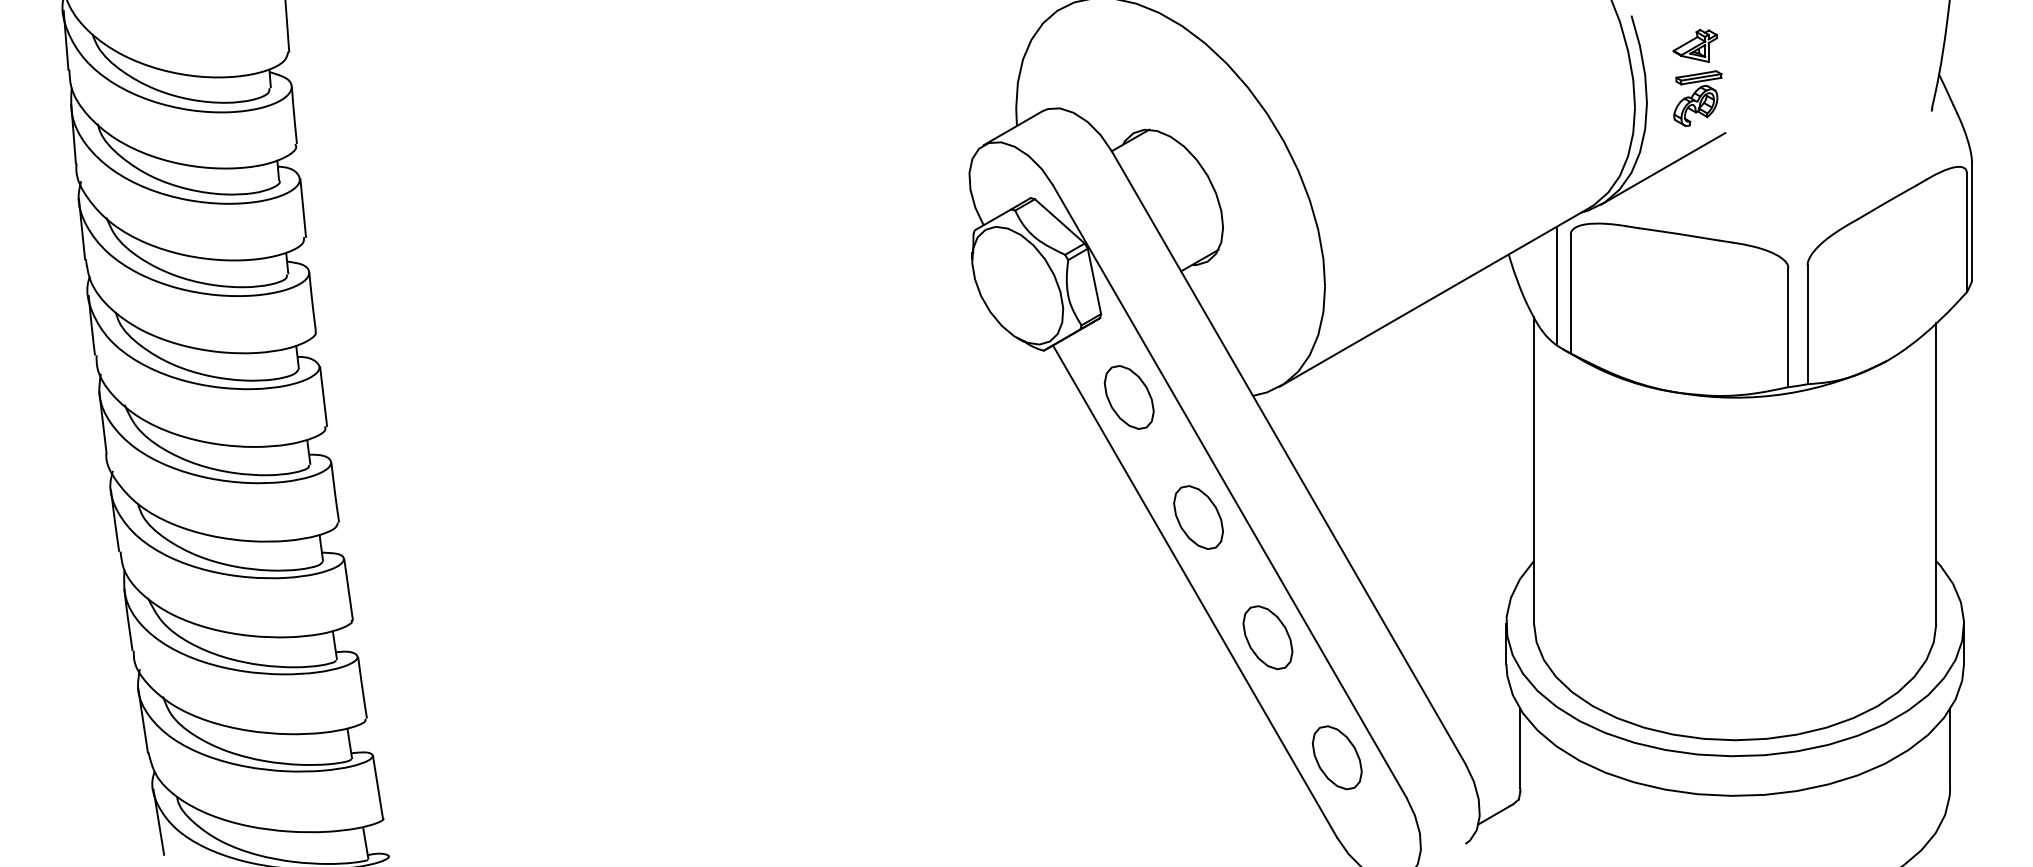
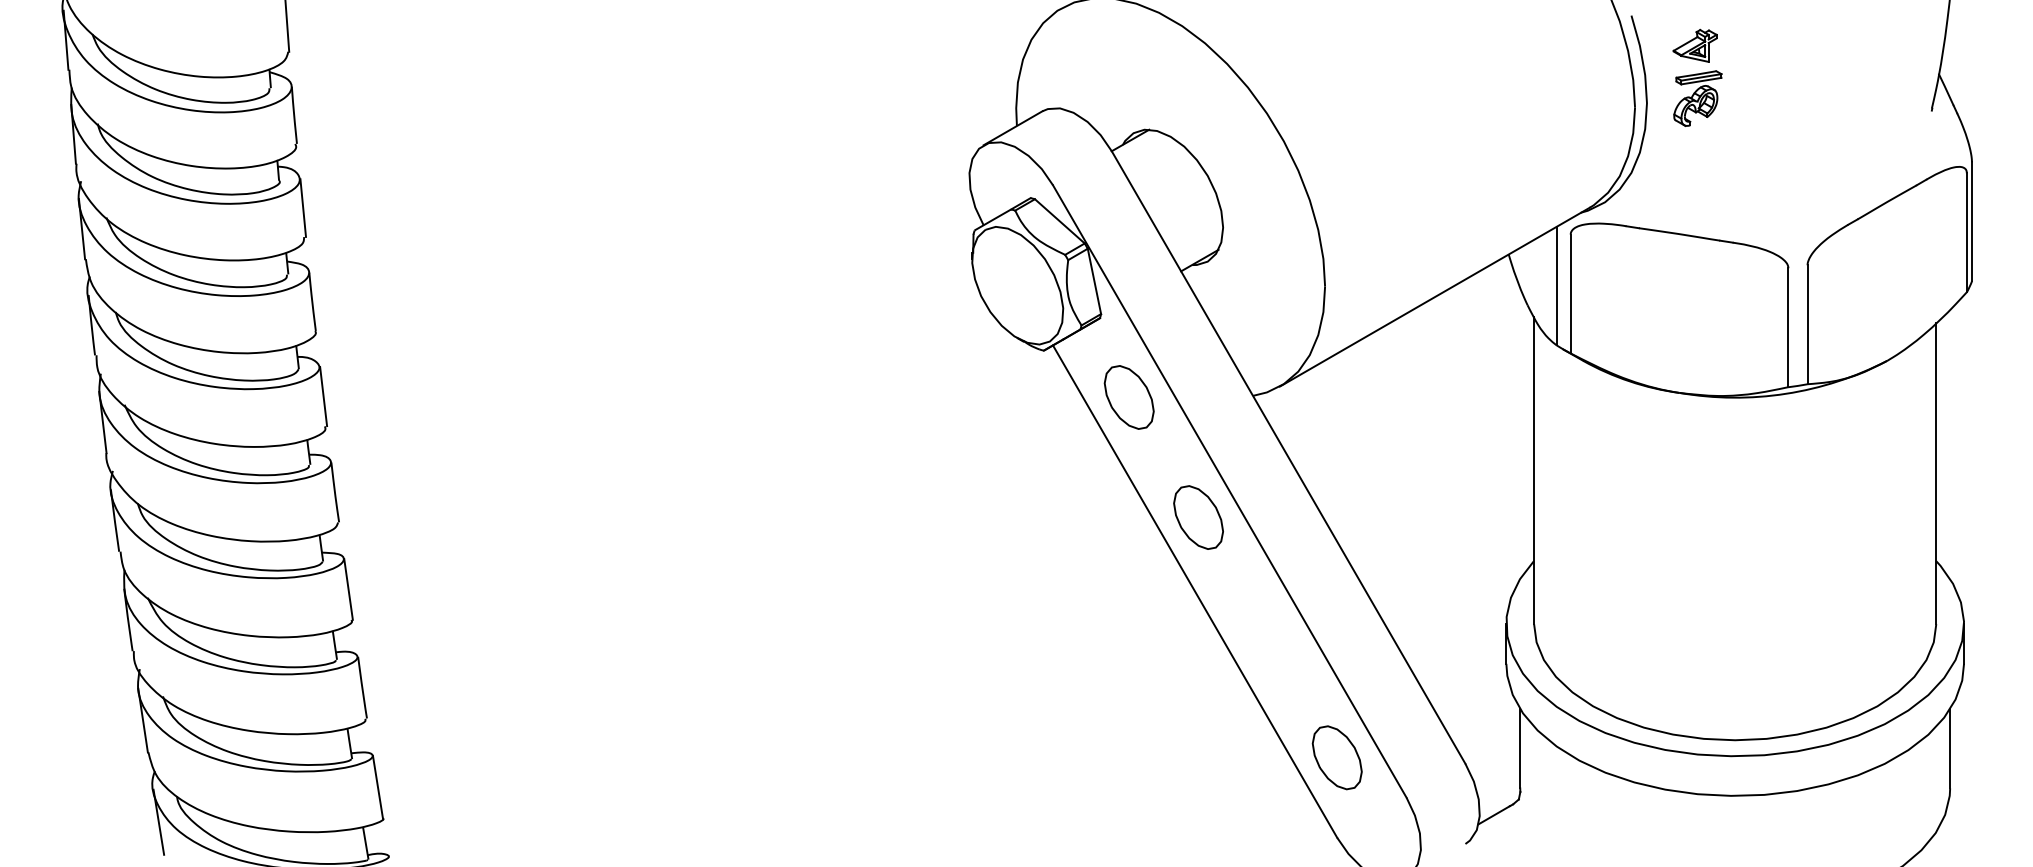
line at (1662, 168): present -> none
part at (1267, 637): present -> none
